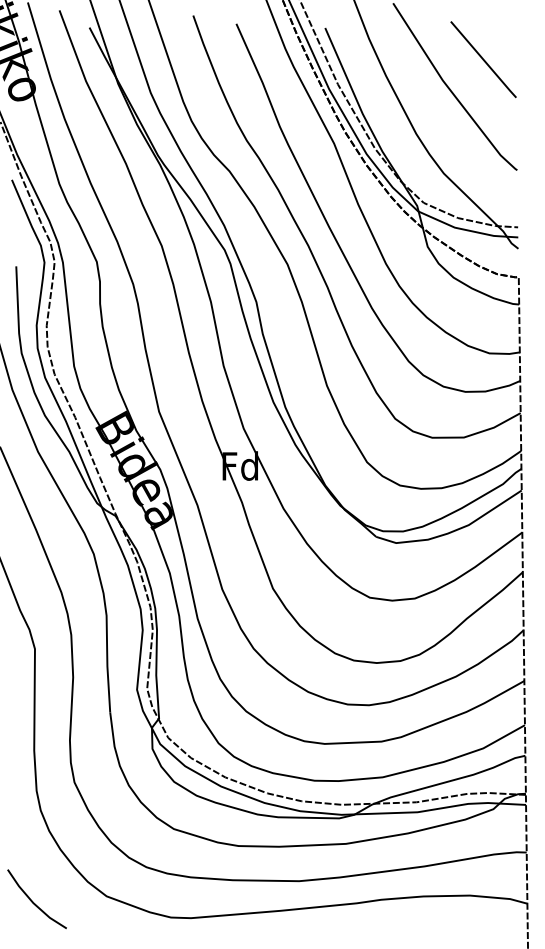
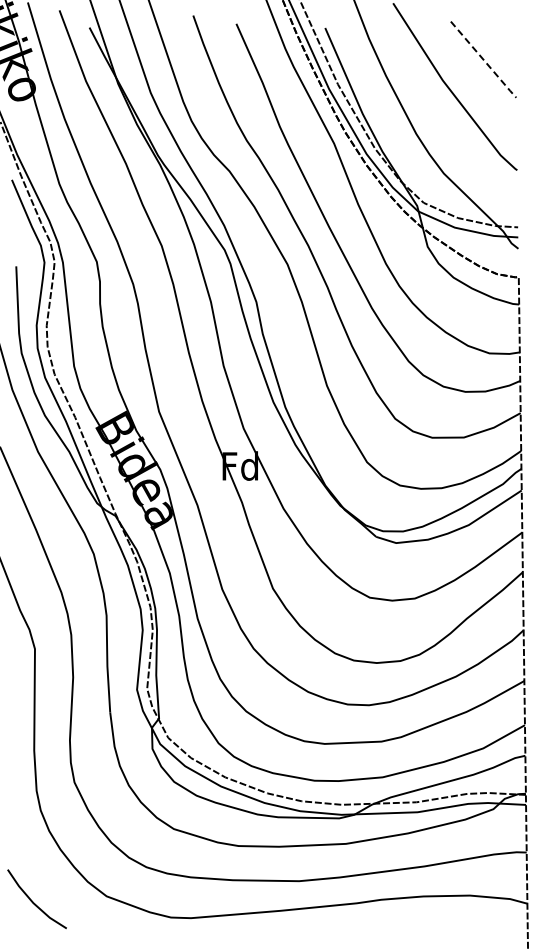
line at (484, 60): solid -> dashed
